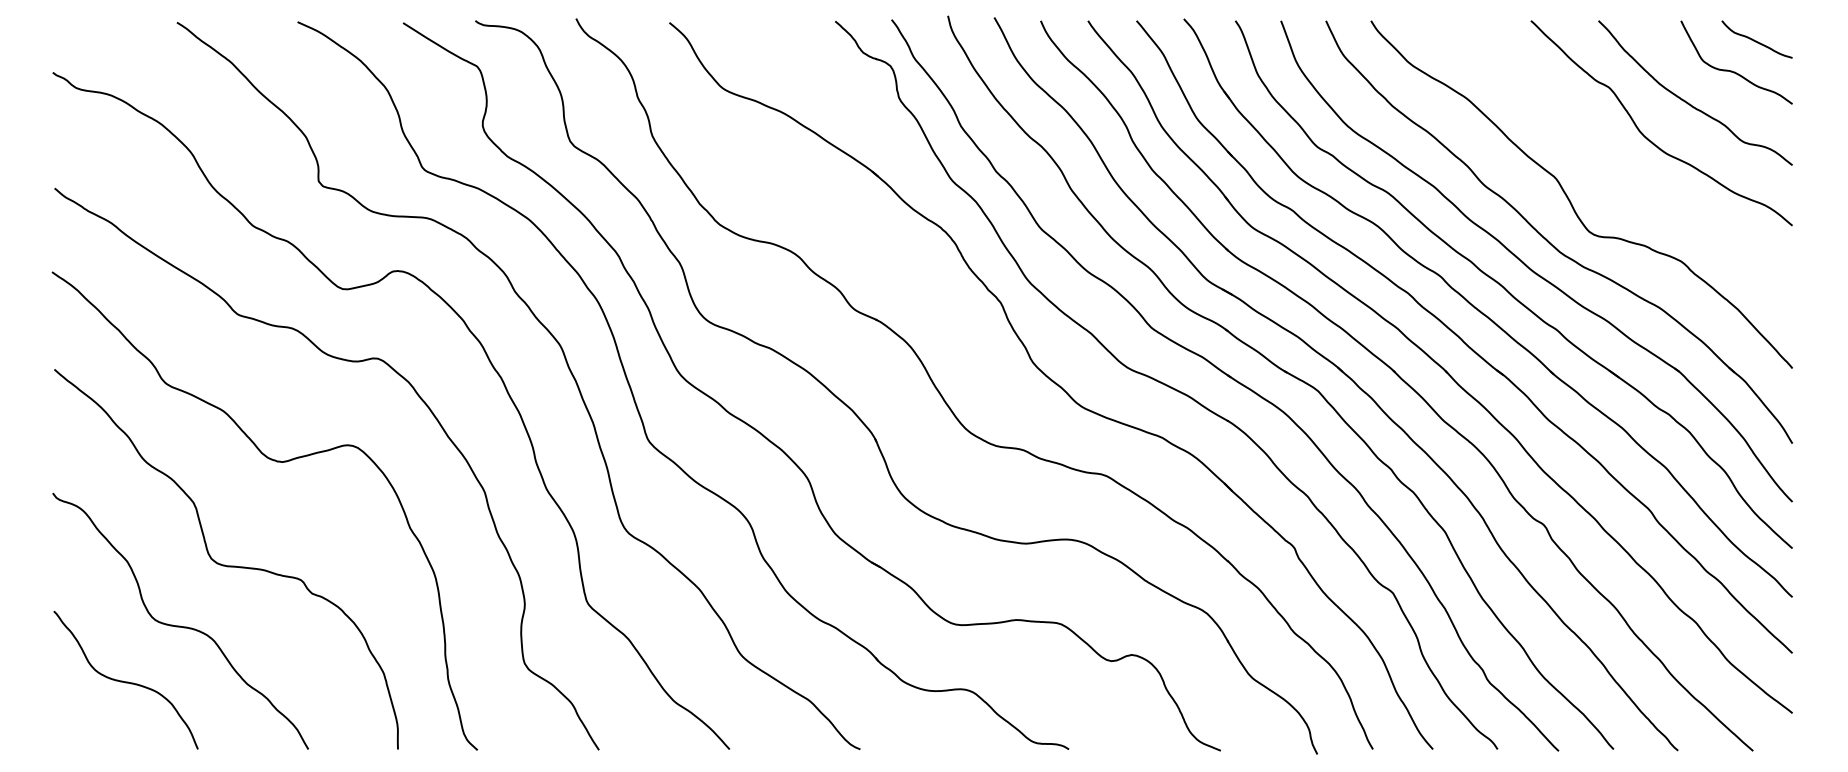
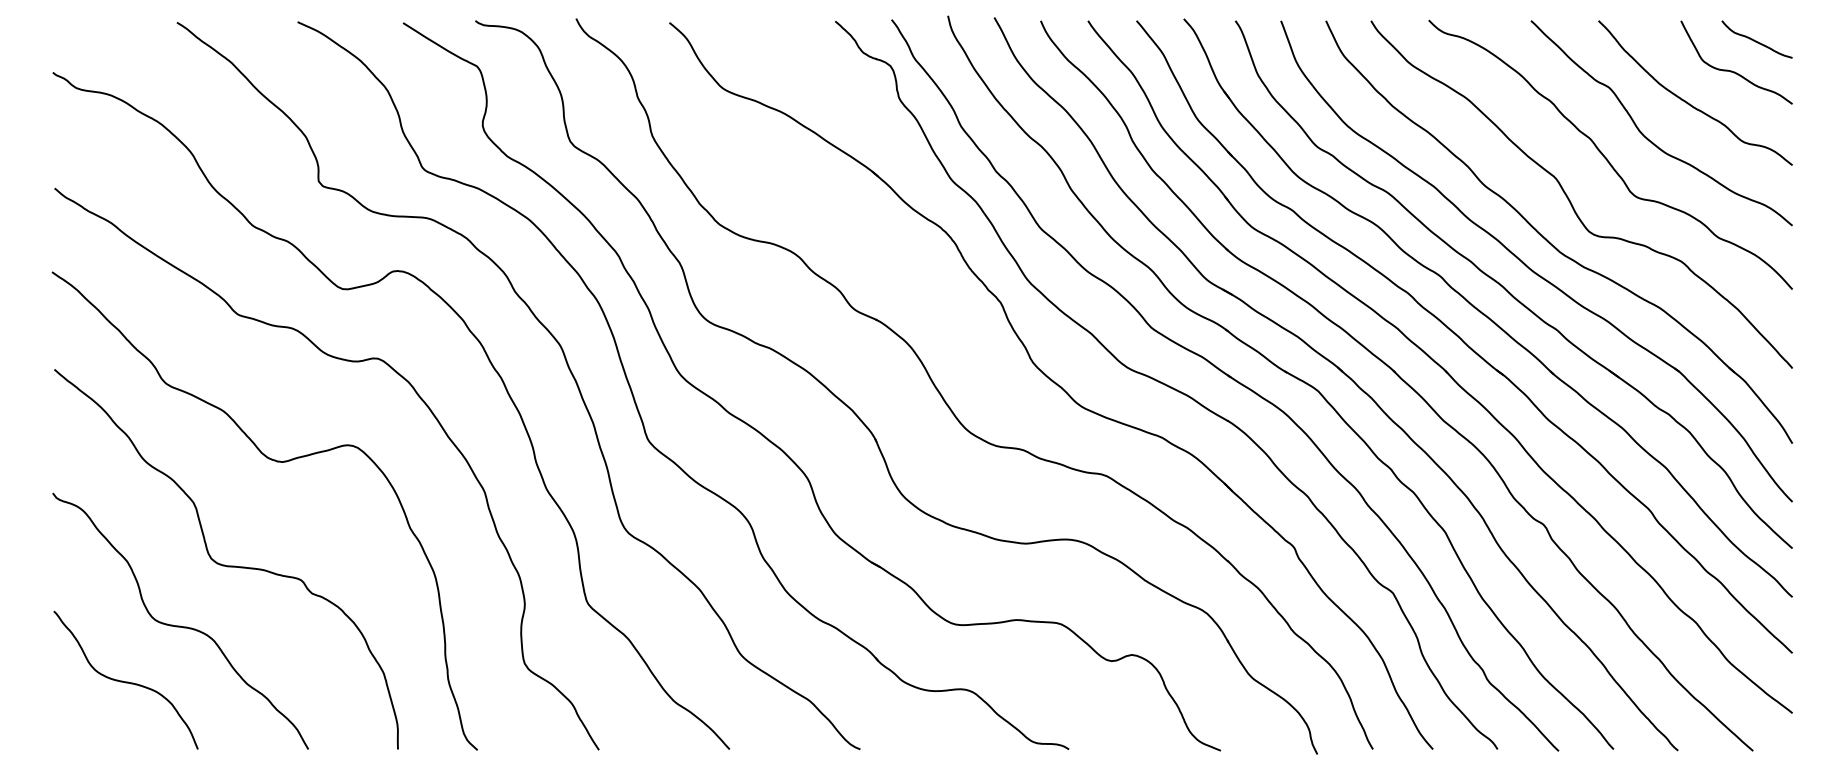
curve at (1606, 157): none -> present
